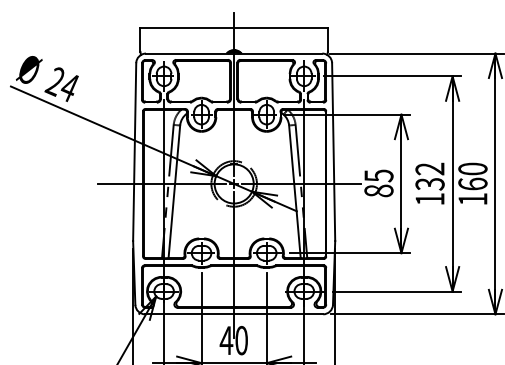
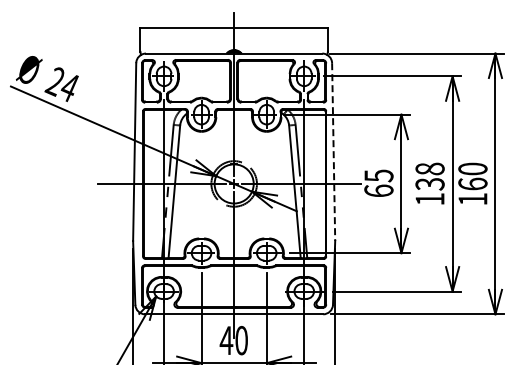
line at (333, 152): solid -> dashed
text at (429, 168): 132 -> 138
text at (378, 190): 85 -> 65
